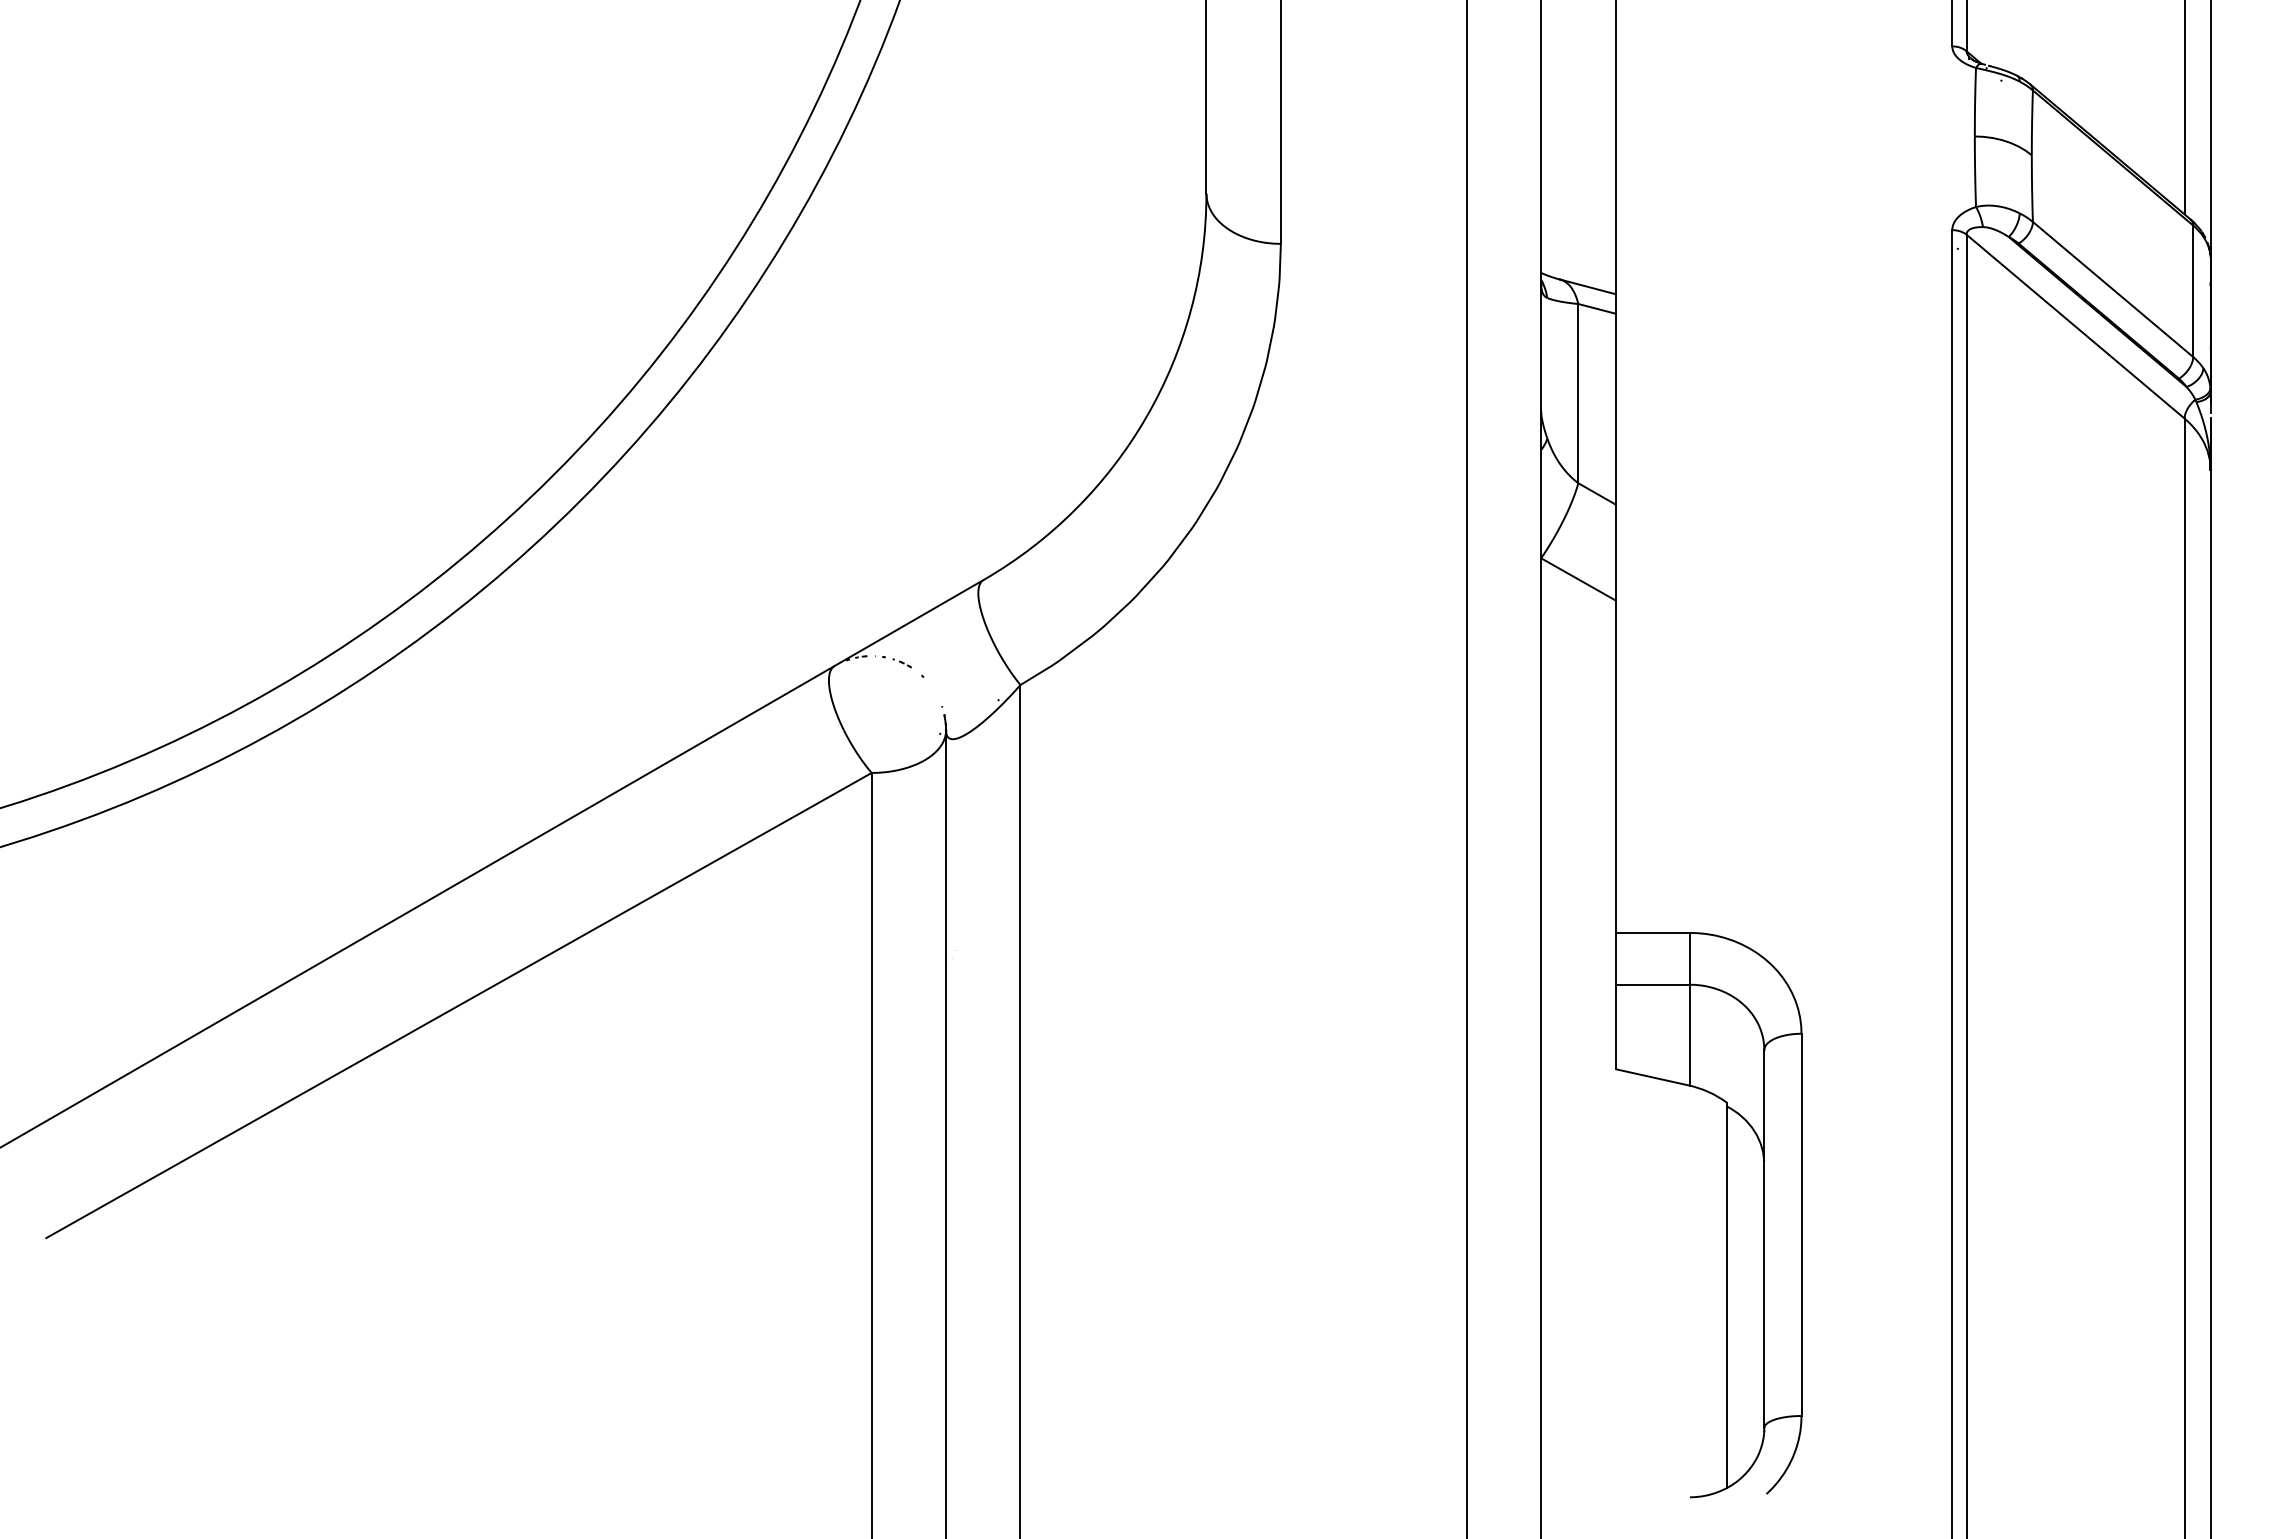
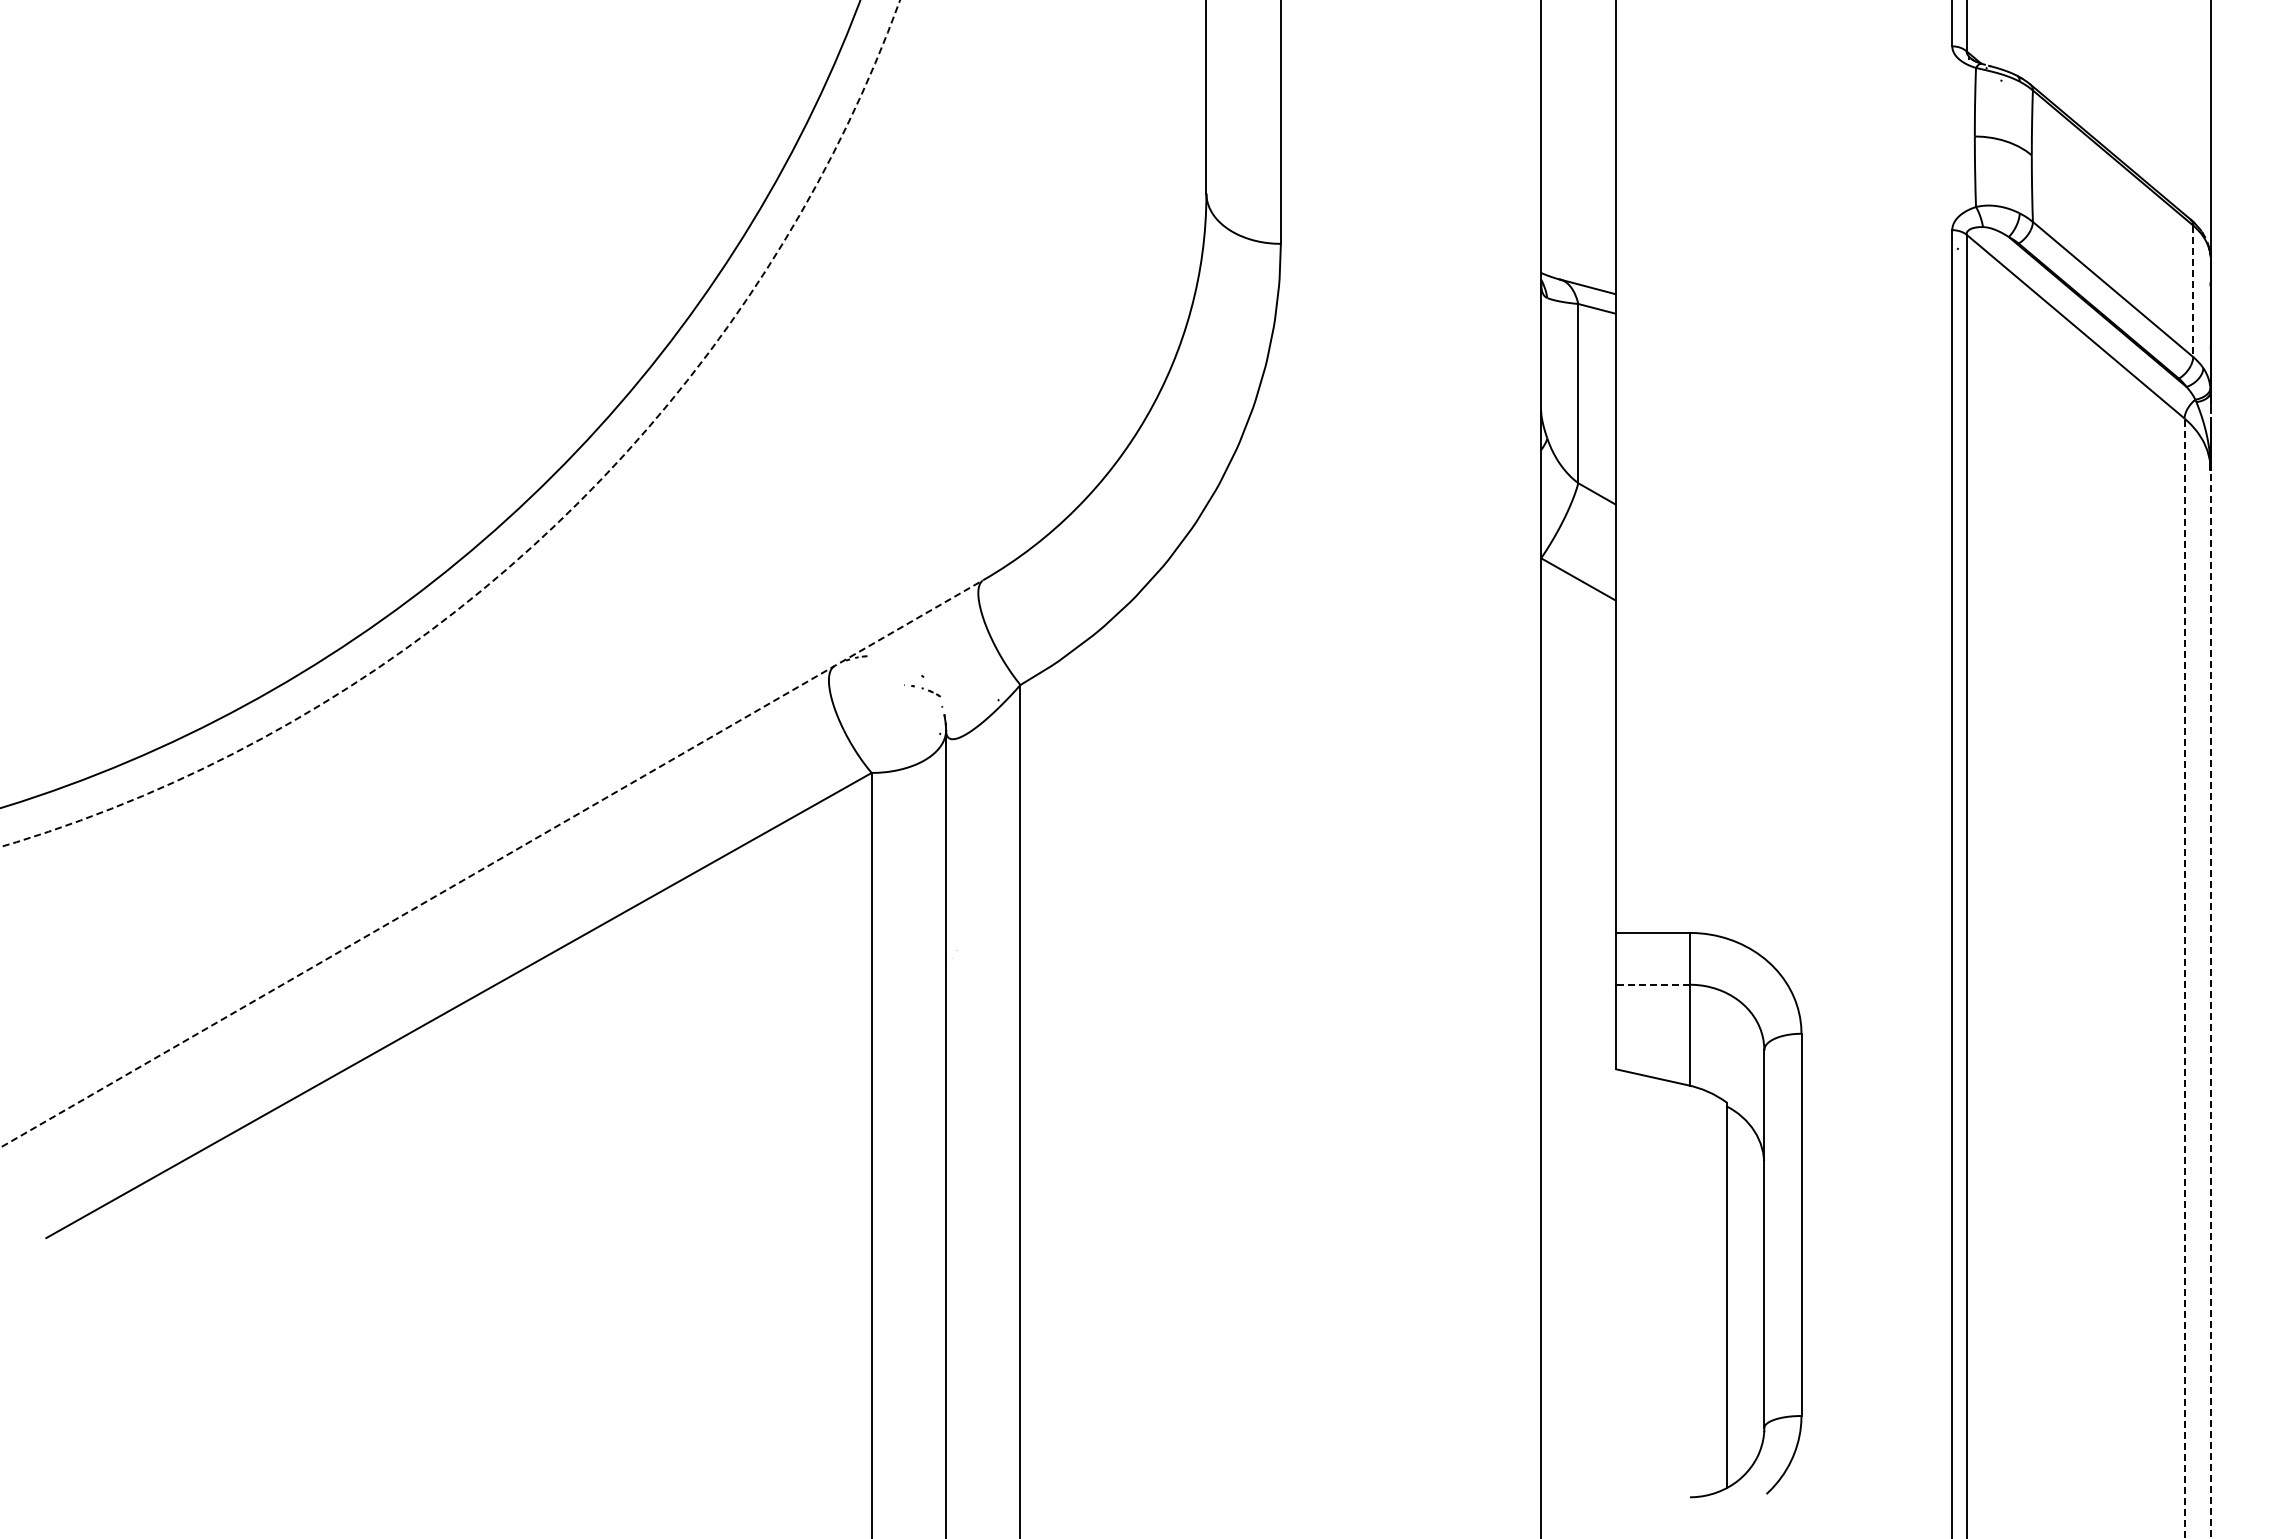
line at (2184, 108): present -> none
line at (2193, 291): solid -> dashed
arc at (551, 528): solid -> dashed
part at (893, 661) position: (893, 661) -> (922, 690)
line at (1466, 768): present -> none
line at (492, 863): solid -> dashed
line at (2184, 978): solid -> dashed
line at (1652, 984): solid -> dashed
line at (2210, 1003): solid -> dashed
